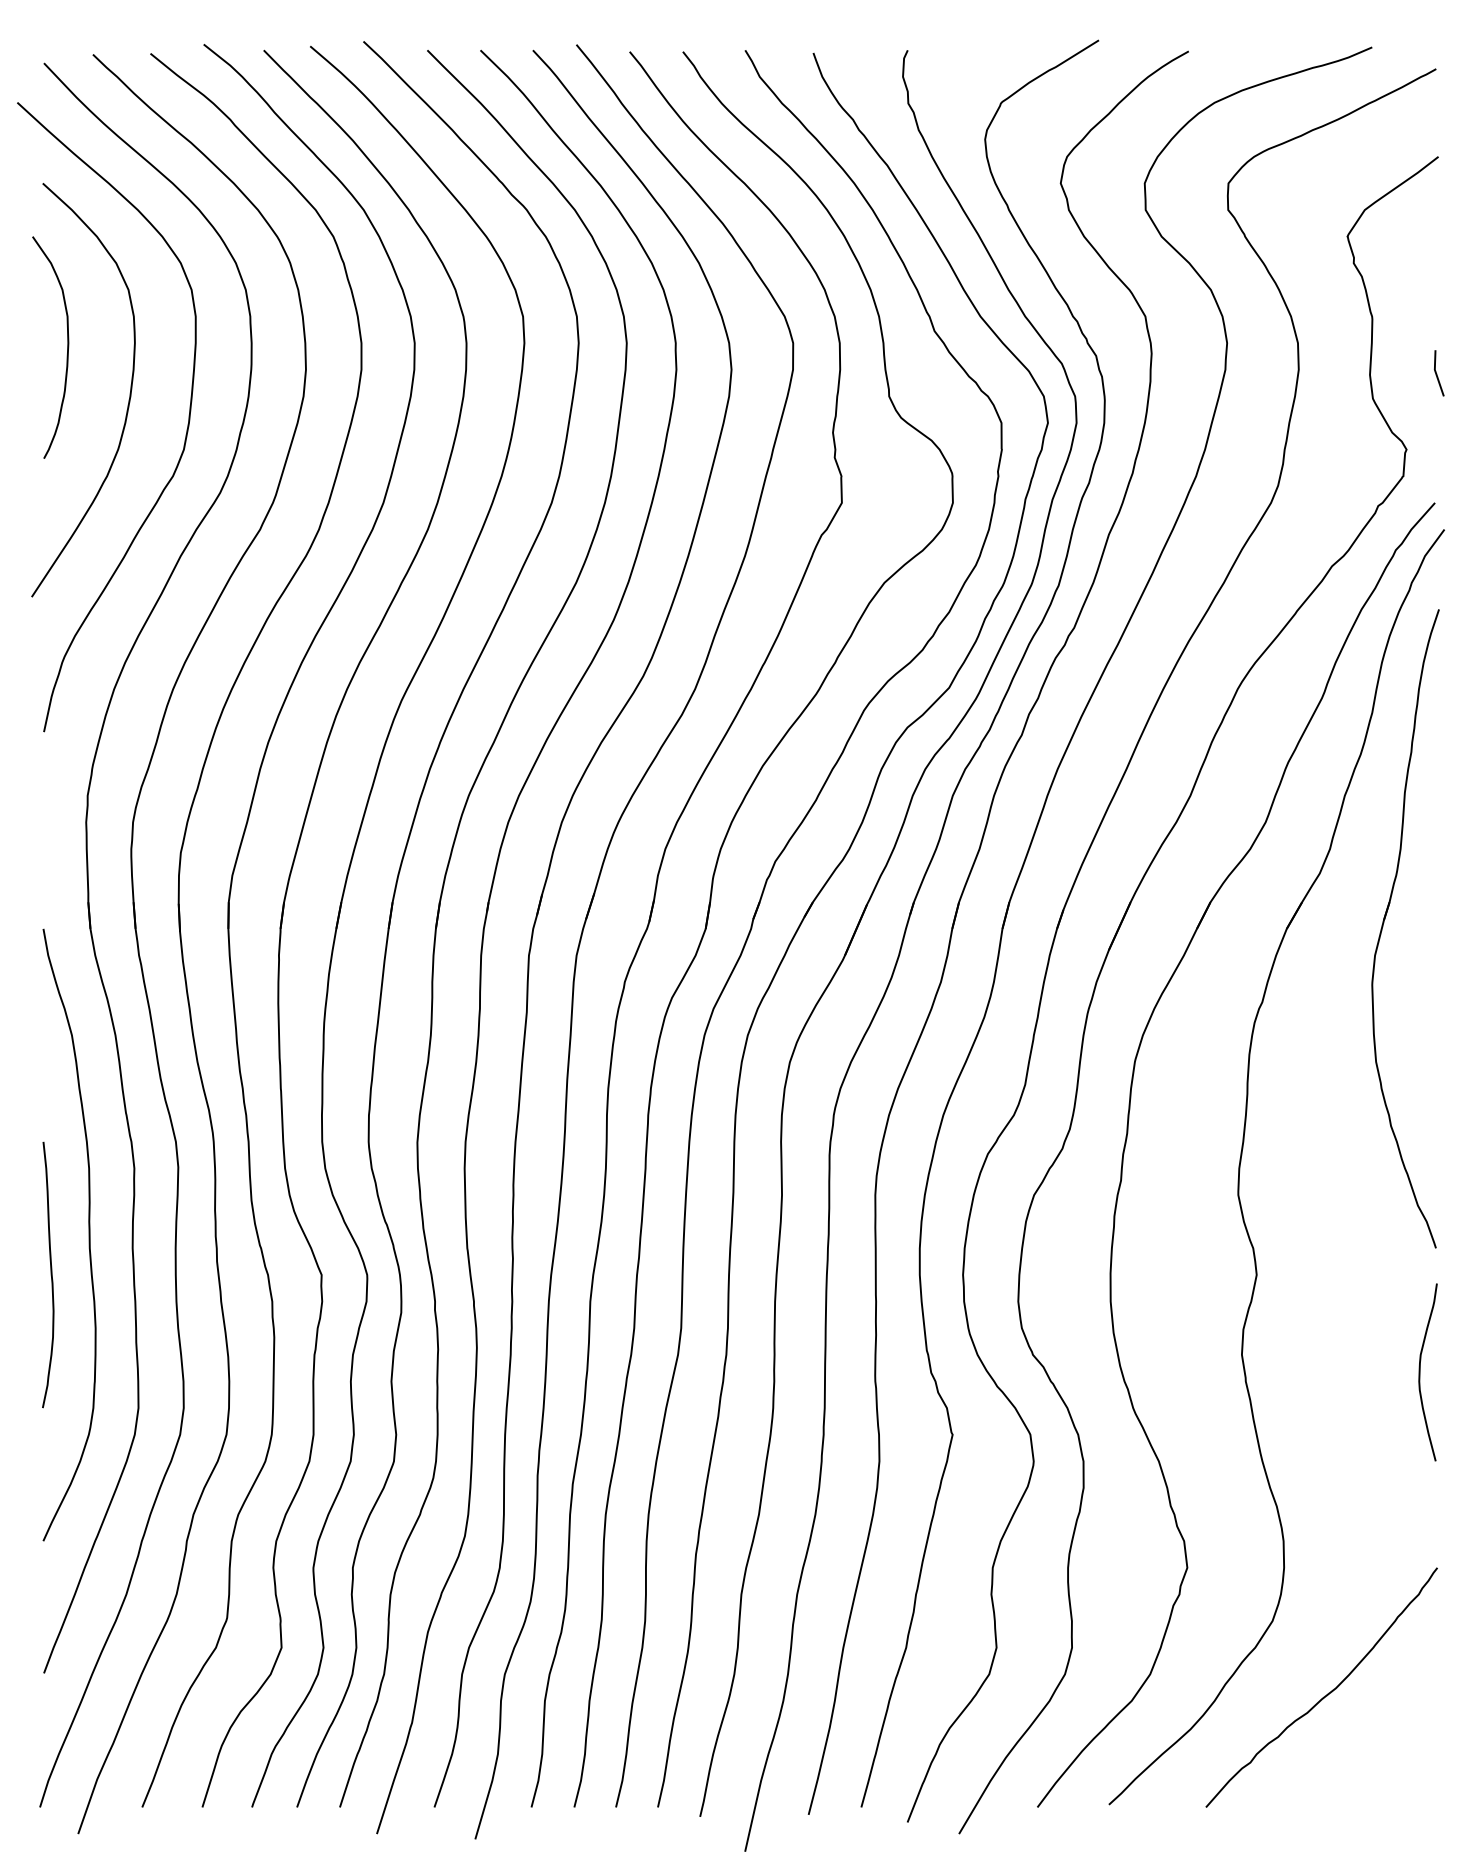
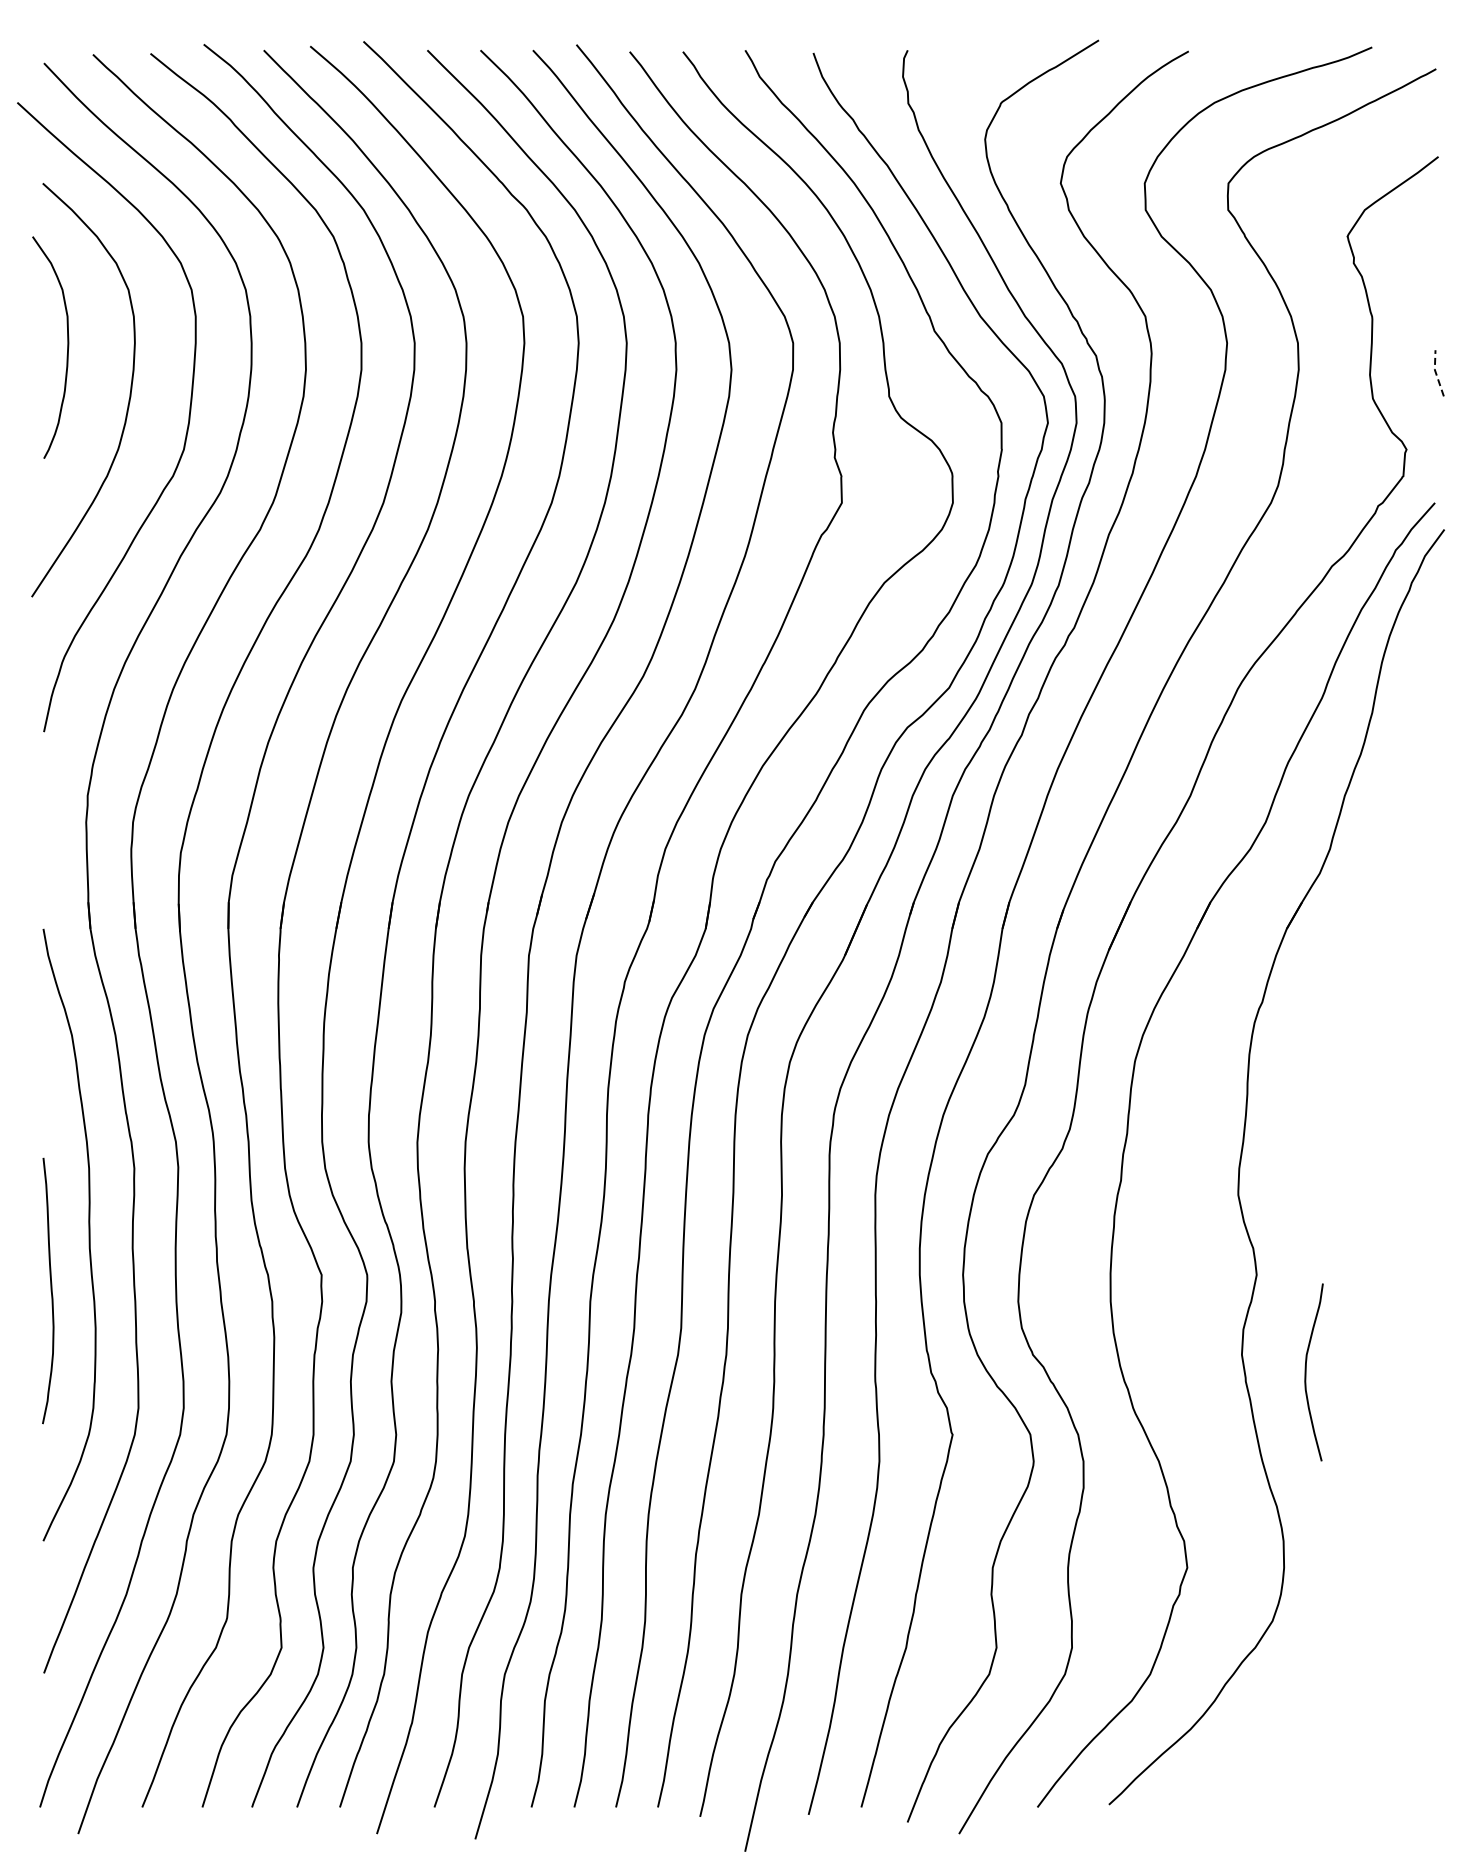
line at (1436, 373): solid -> dashed
part at (1384, 923): present -> none
curve at (50, 1274) position: (50, 1274) -> (50, 1290)
curve at (1420, 1372) position: (1420, 1372) -> (1306, 1372)
curve at (1327, 1693): present -> none
